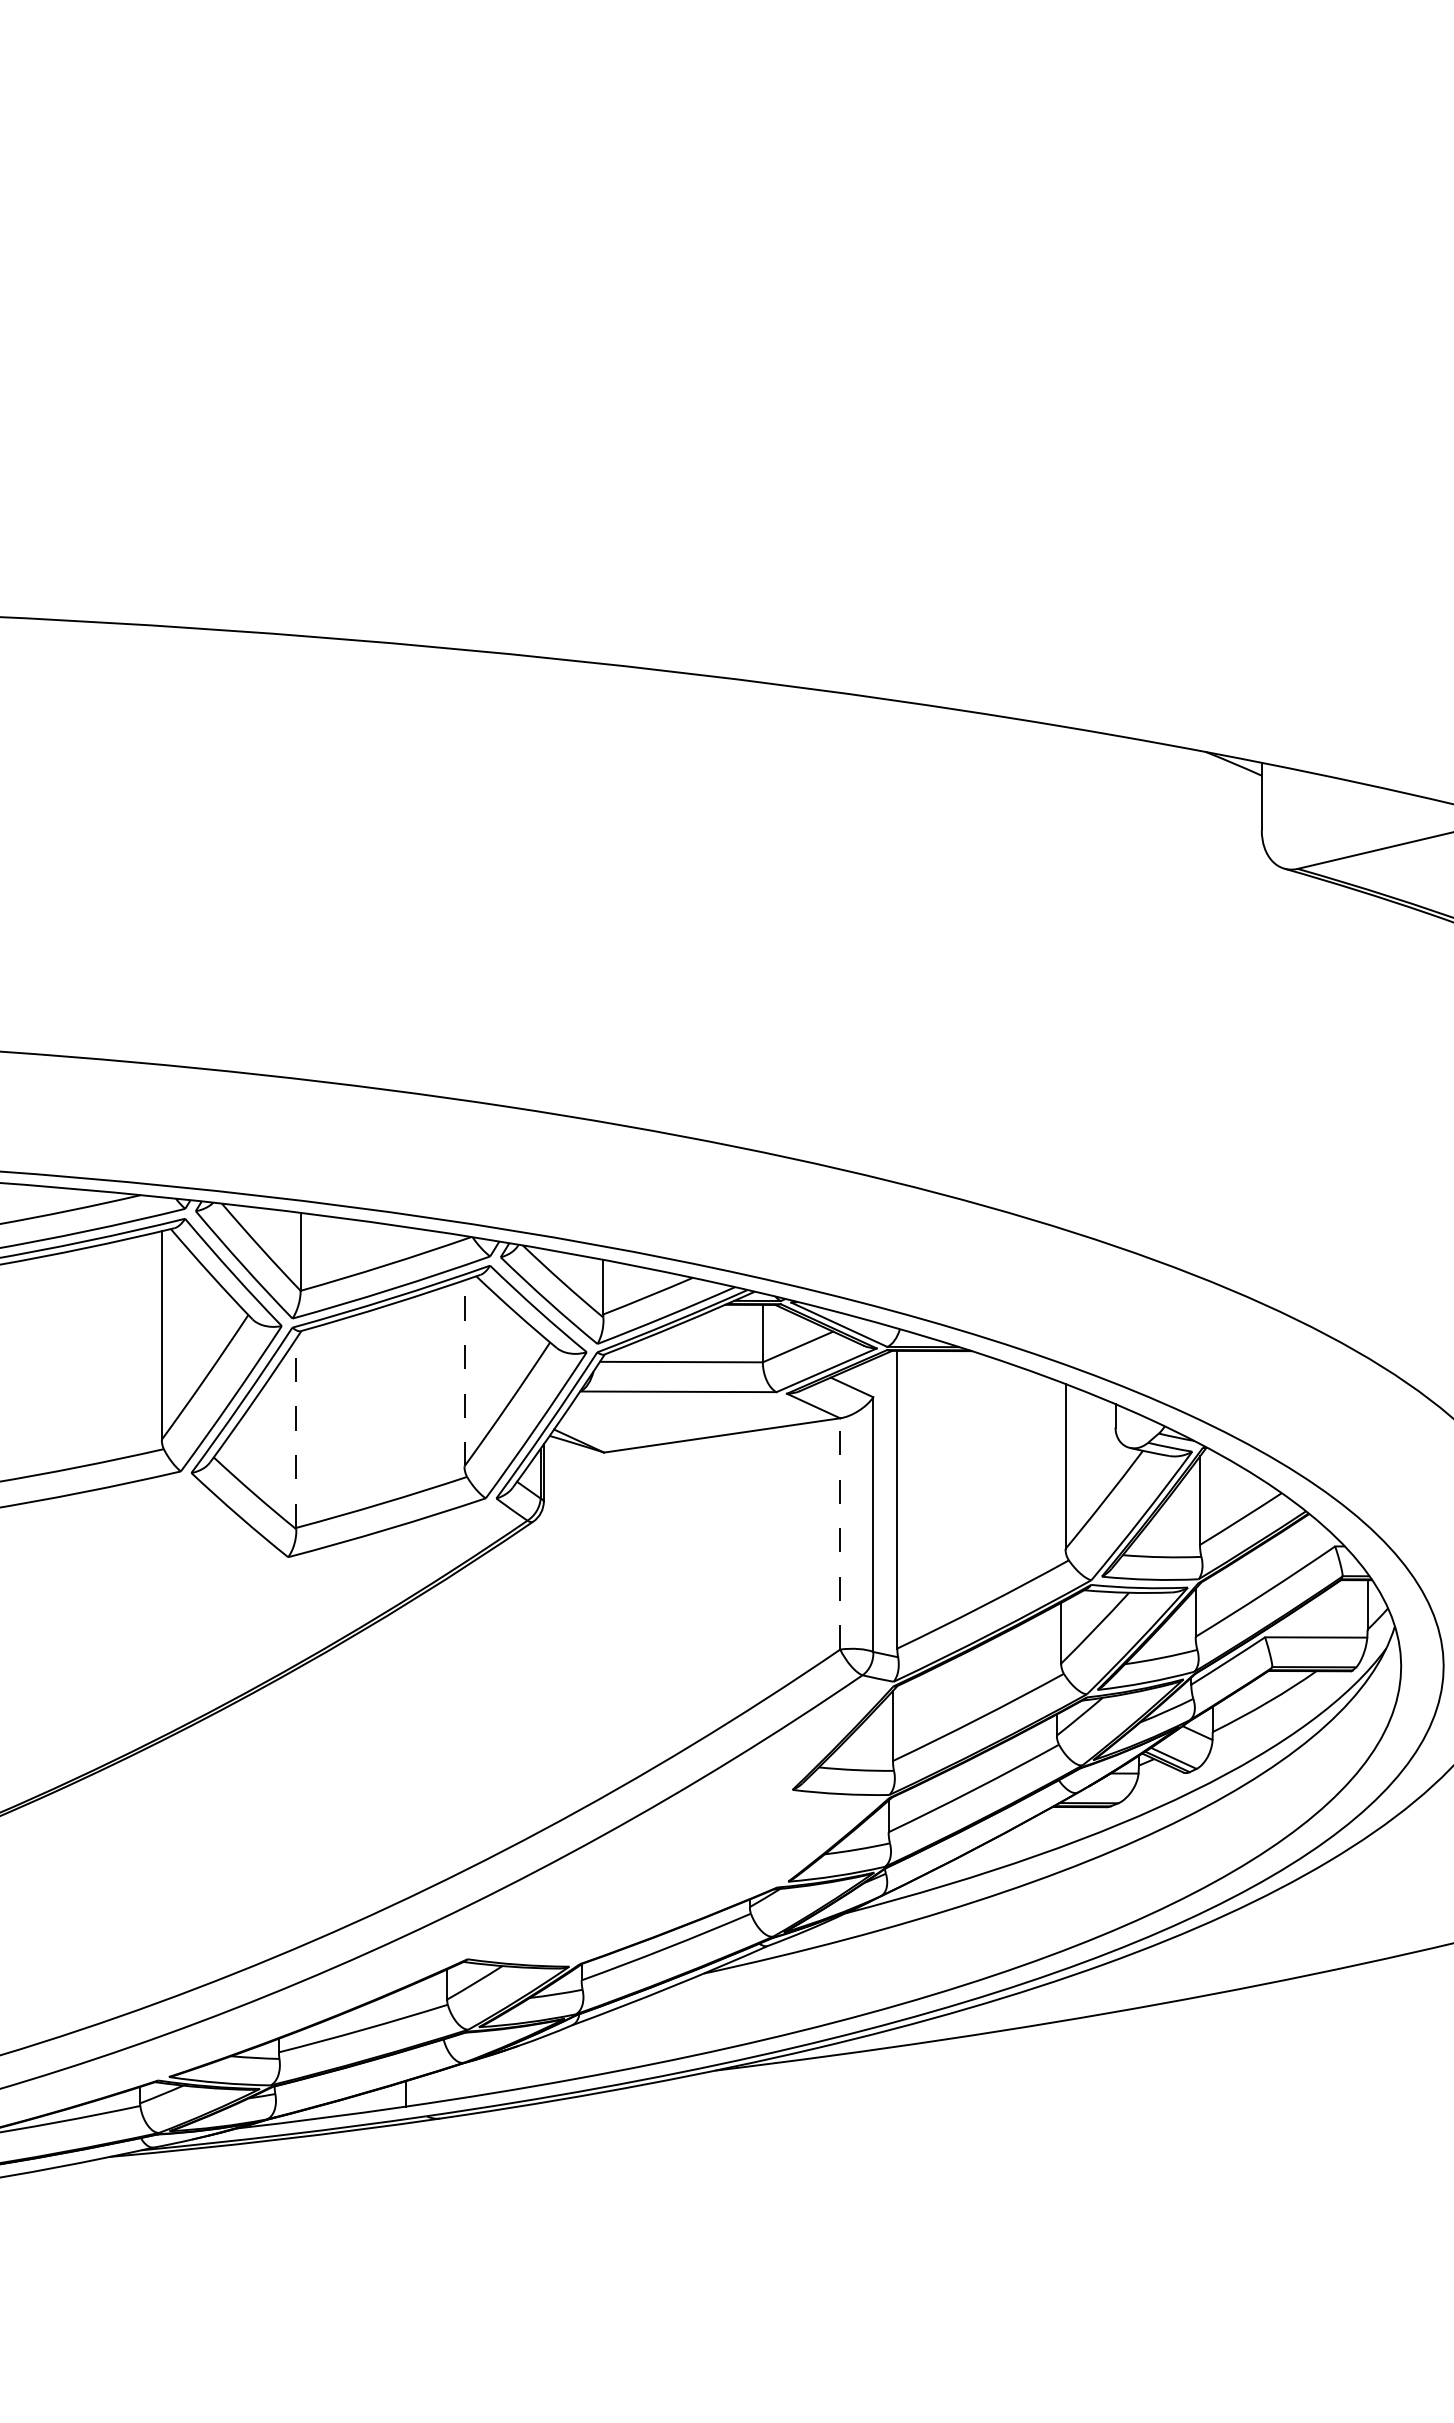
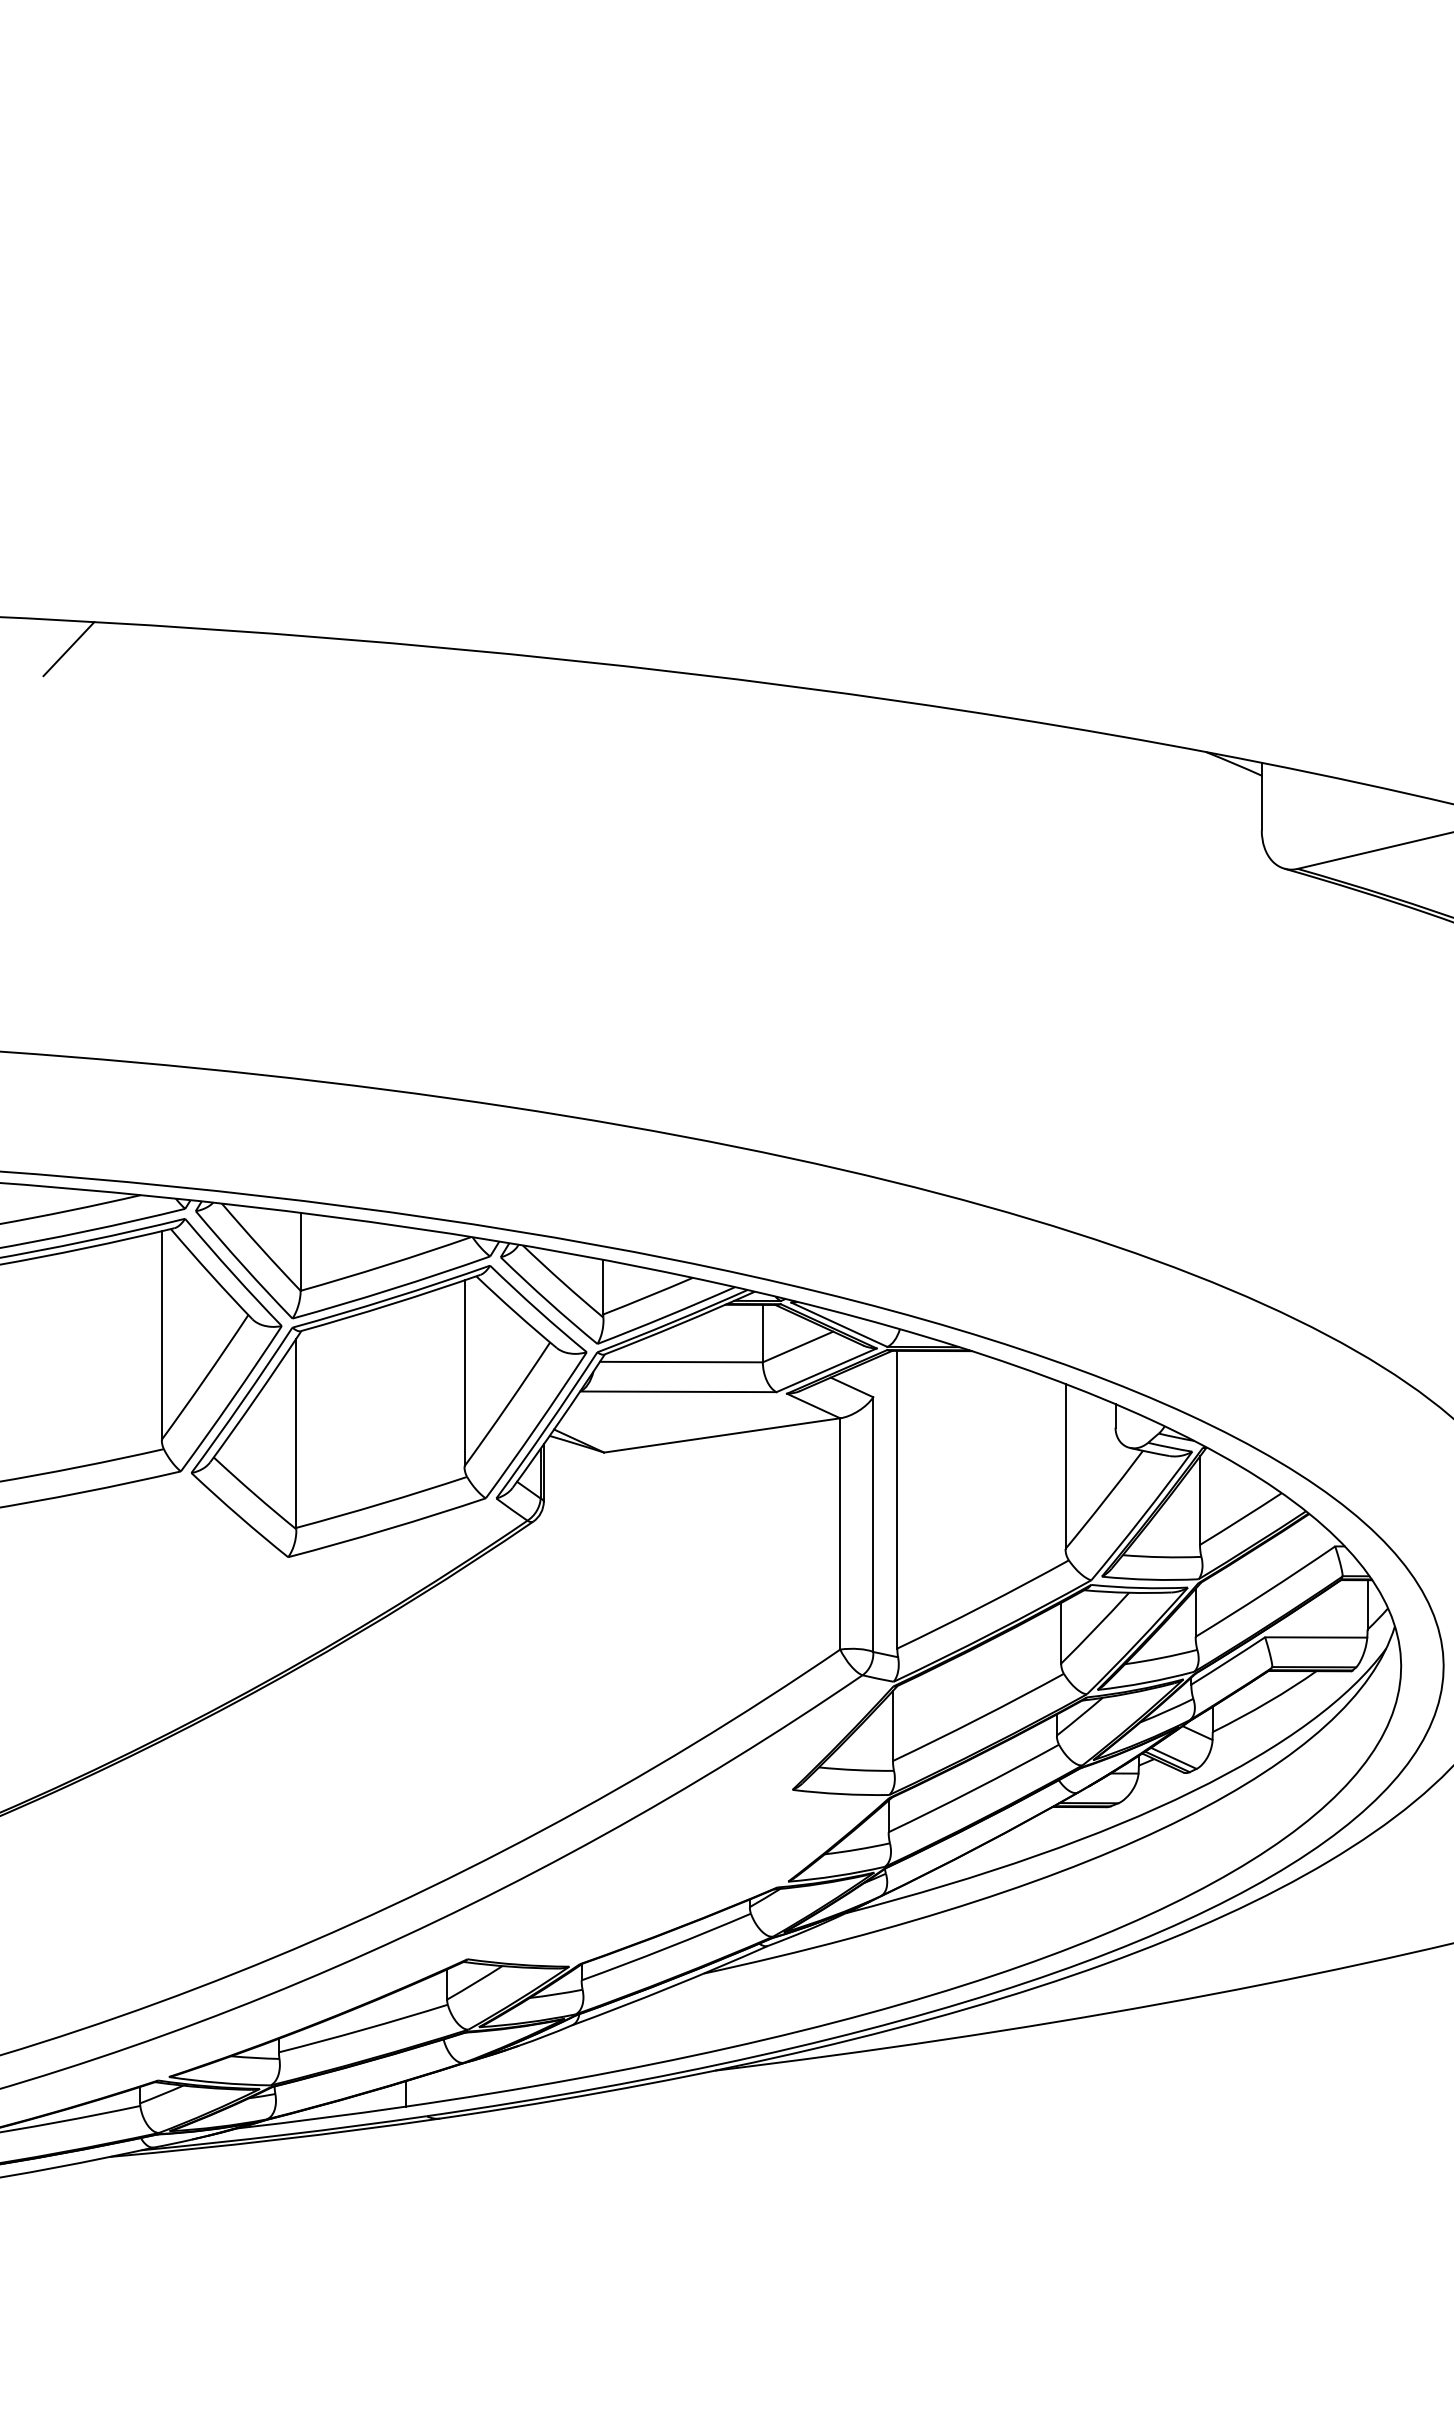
line at (68, 649): none -> present
line at (464, 1372): dashed -> solid
line at (296, 1433): dashed -> solid
line at (840, 1533): dashed -> solid
